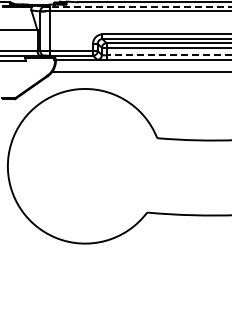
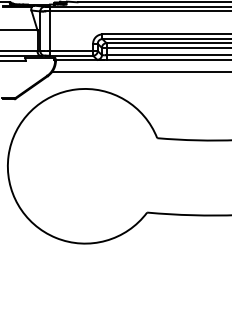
line at (140, 6): dashed -> solid
line at (168, 55): dashed -> solid
